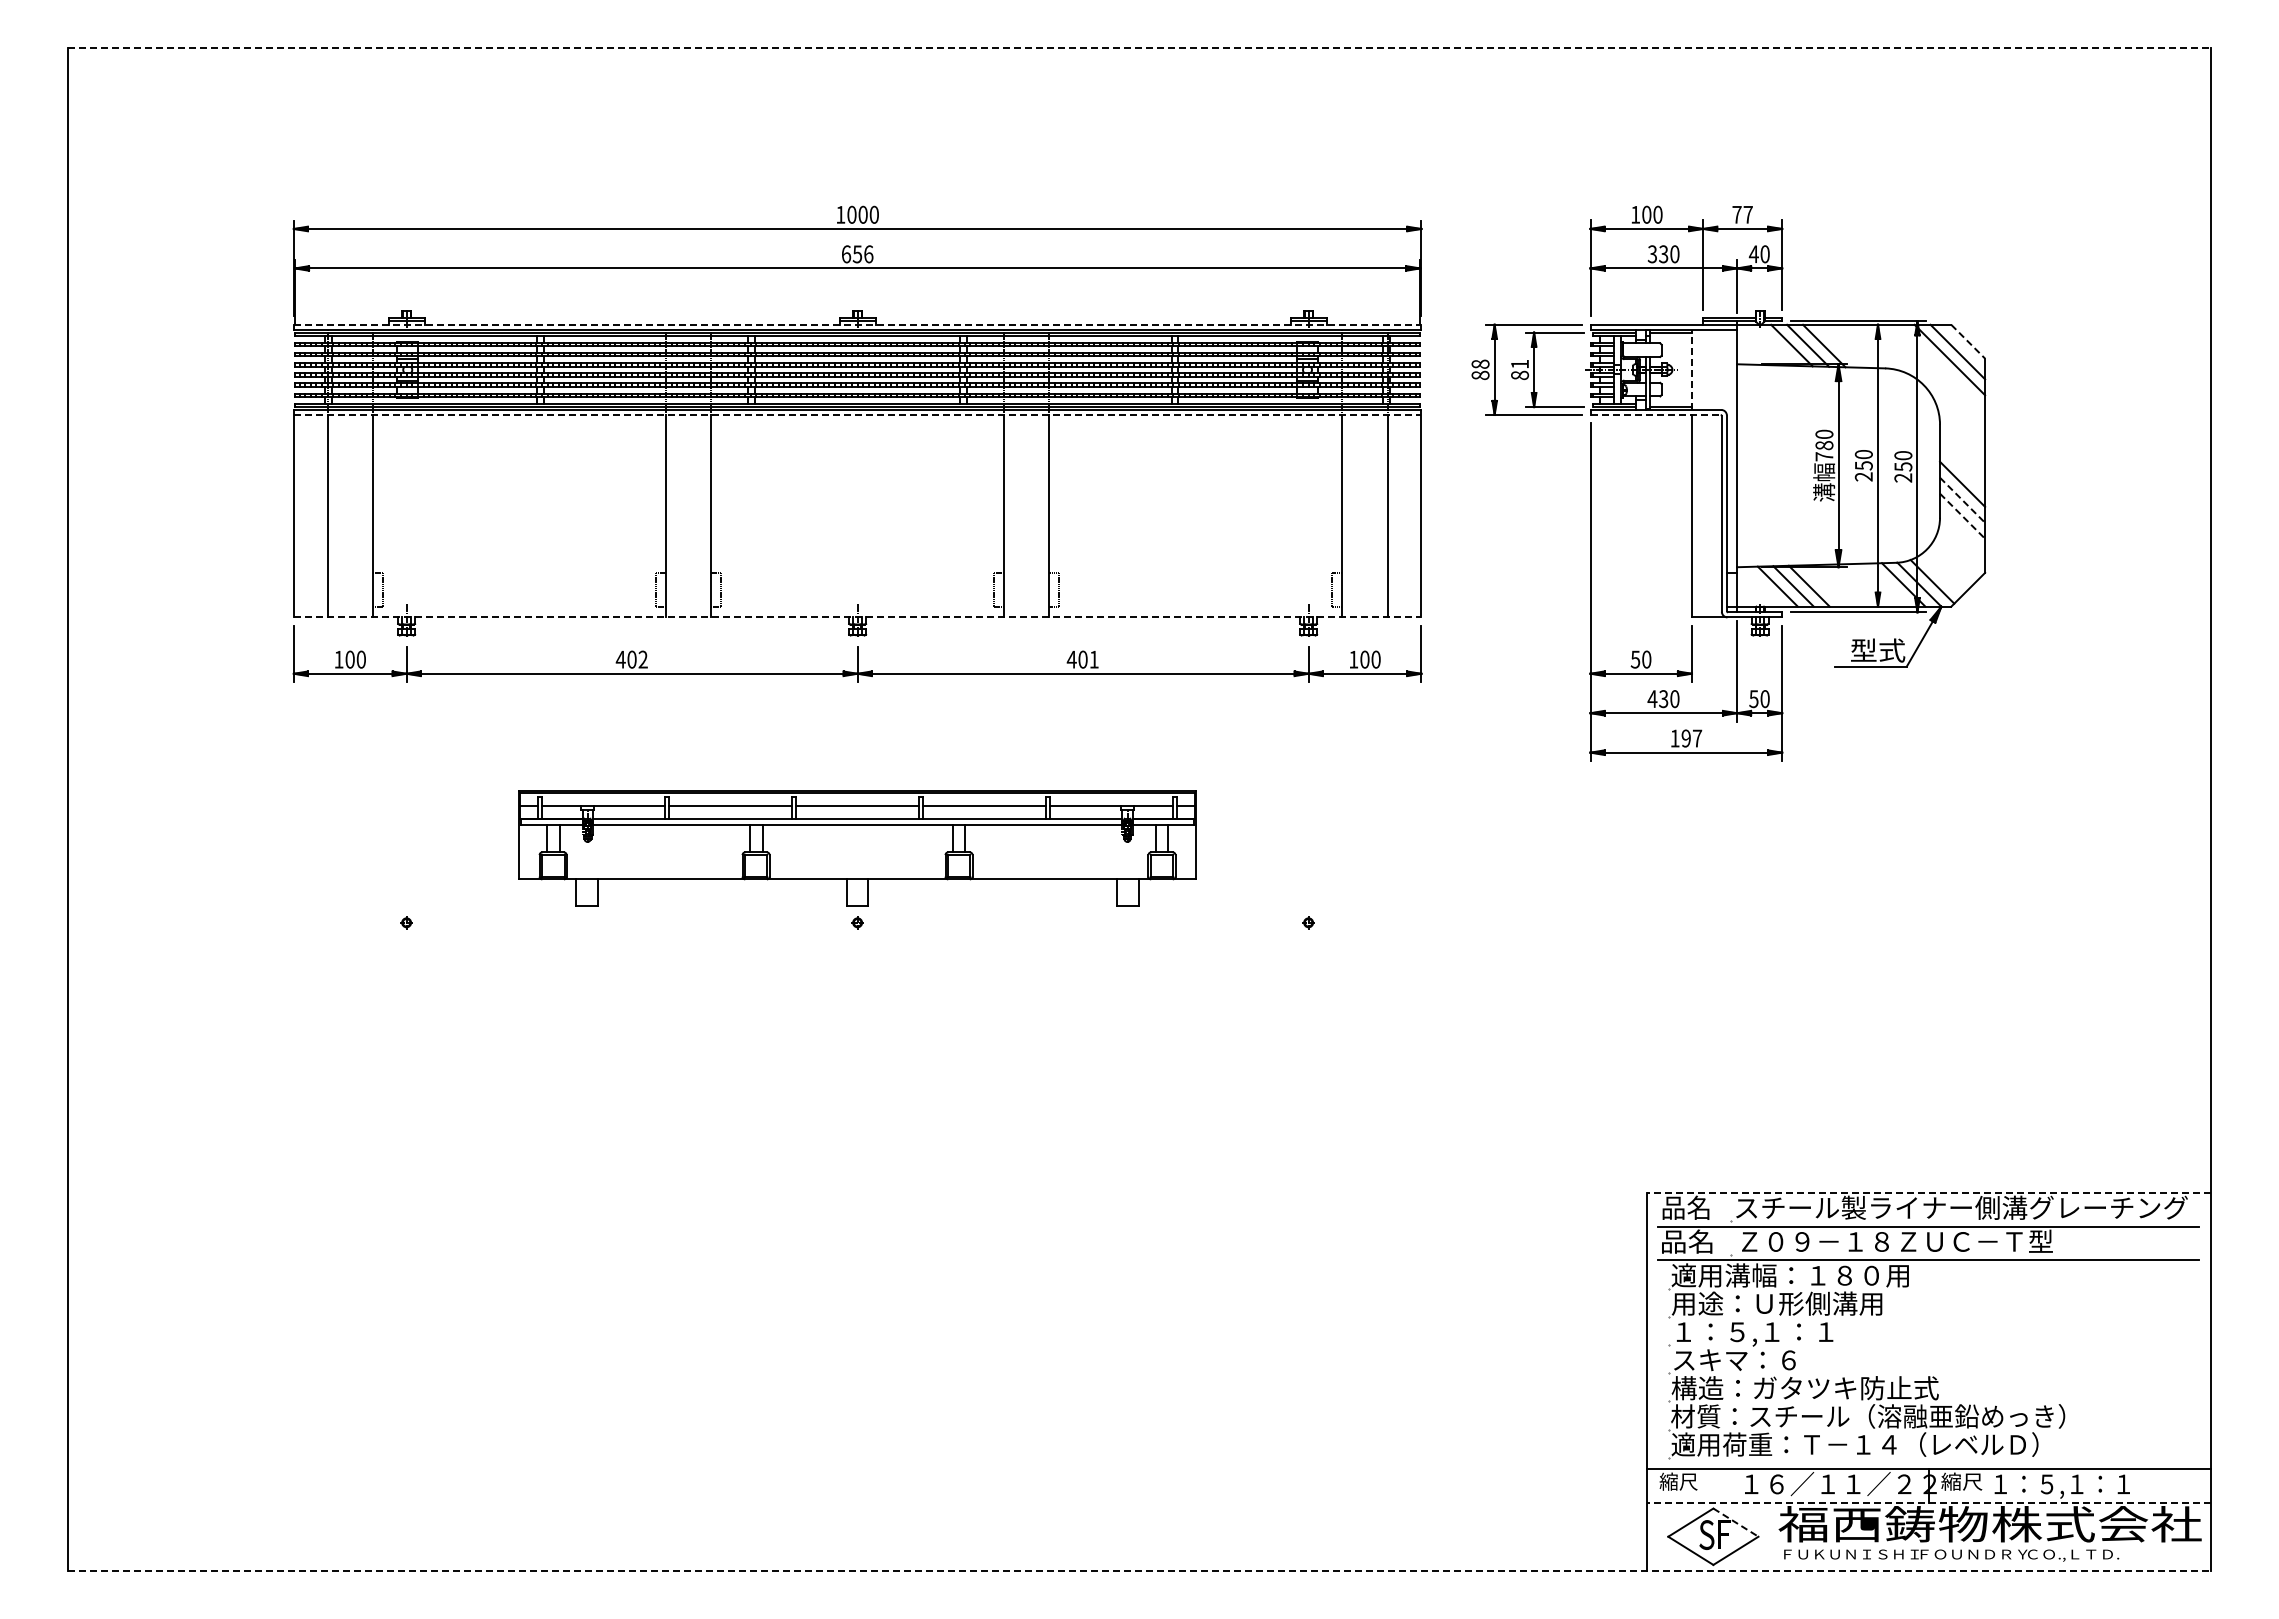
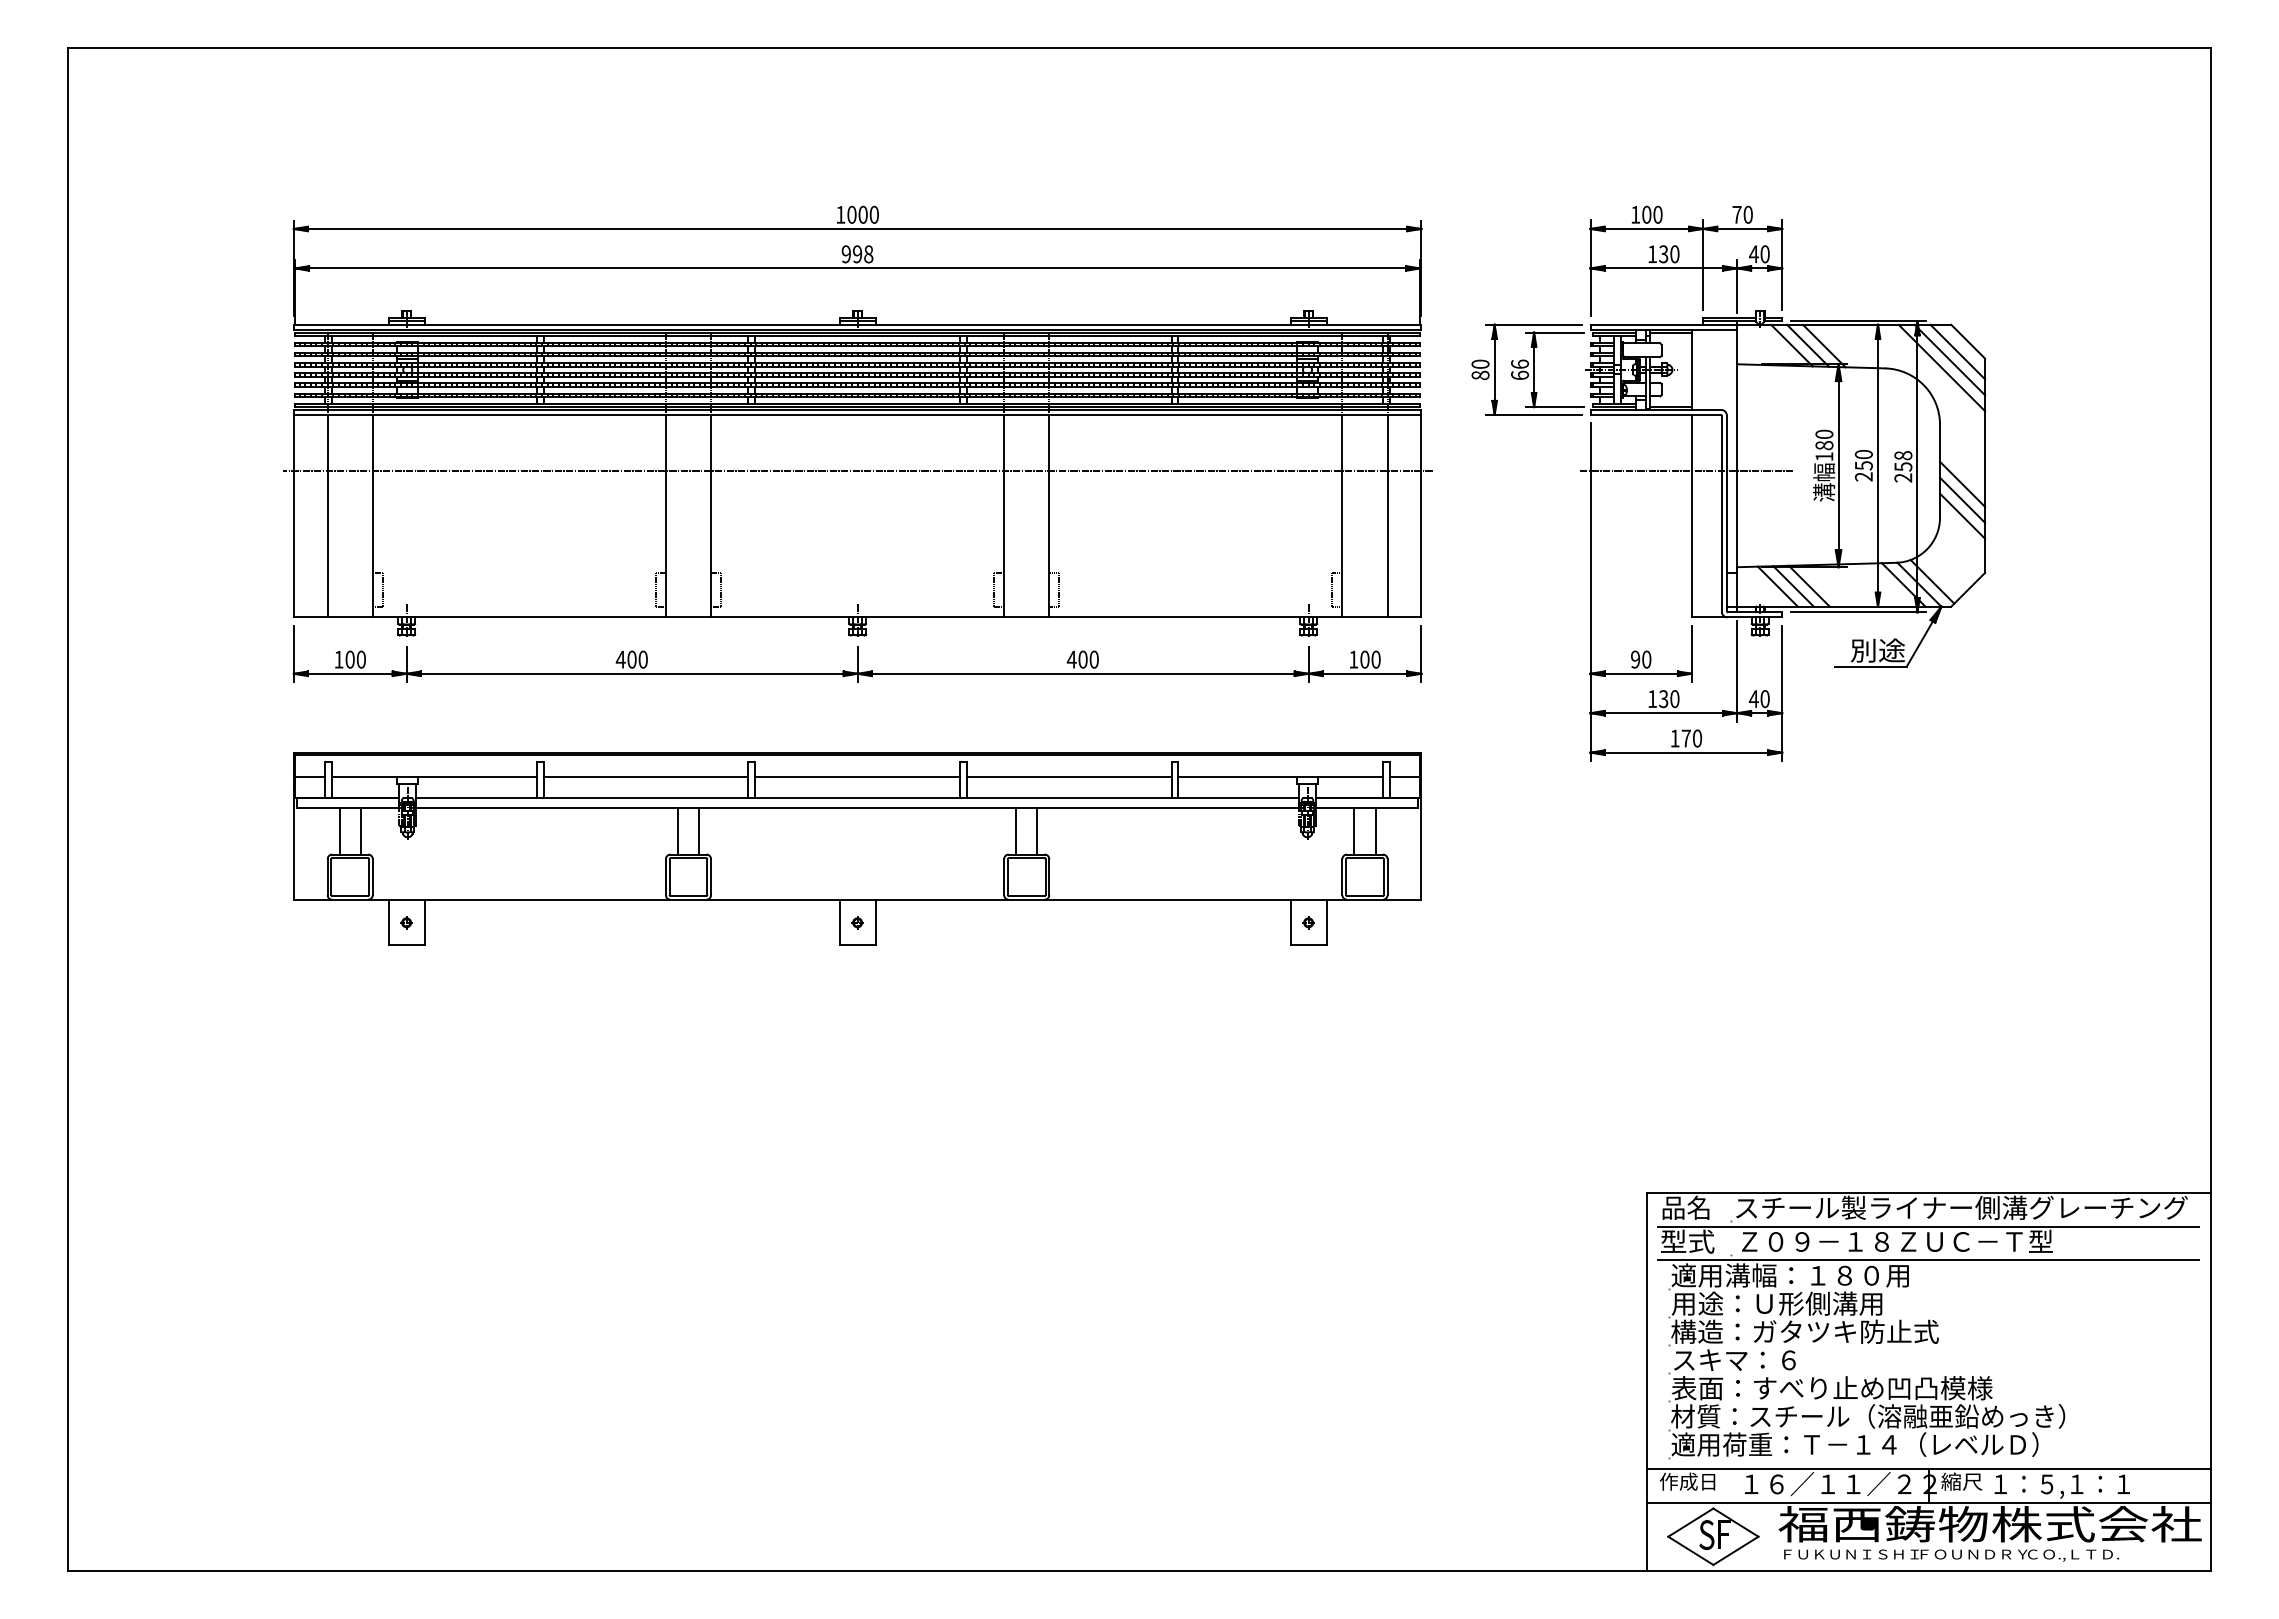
line at (1139, 48): dashed -> solid
text at (1747, 214): 77 -> 70
text at (857, 254): 656 -> 998
text at (1651, 254): 330 -> 130
line at (857, 324): dashed -> solid
line at (1968, 341): dashed -> solid
text at (1480, 363): 88 -> 80
line at (1941, 367): none -> present
text at (1520, 369): 81 -> 66
line at (1691, 369): dashed -> solid
line at (857, 415): dashed -> solid
line at (1656, 415): dashed -> solid
text at (1903, 455): 250 -> 258
text at (1824, 456): 780 -> 180
line at (857, 471): none -> present
line at (1686, 471): none -> present
line at (1962, 500): dashed -> solid
line at (1962, 516): dashed -> solid
line at (857, 617): dashed -> solid
text at (1877, 650): 型式 -> 別途
text at (642, 659): 402 -> 400
text at (1093, 659): 401 -> 400
text at (1635, 659): 50 -> 90
text at (1652, 698): 430 -> 130
text at (1753, 699): 50 -> 40
text at (1691, 738): 197 -> 170
part at (857, 848) size: 679x117 px -> 1129x194 px
line at (1928, 1192): dashed -> solid
text at (1687, 1241): 品名 -> 型式
text at (1804, 1332): １：５,１：１ -> 構造：ガタツキ防止式
text at (1832, 1388): 構造：ガタツキ防止式 -> 表面：すべり止め凹凸模様
text at (1687, 1481): 縮尺 -> 作成日
line at (1928, 1502): dashed -> solid
line at (1735, 1522): dashed -> solid
line at (1139, 1570): dashed -> solid
